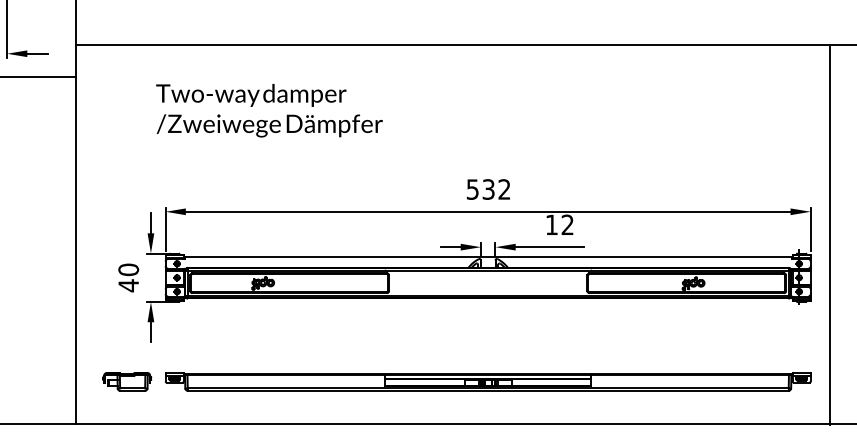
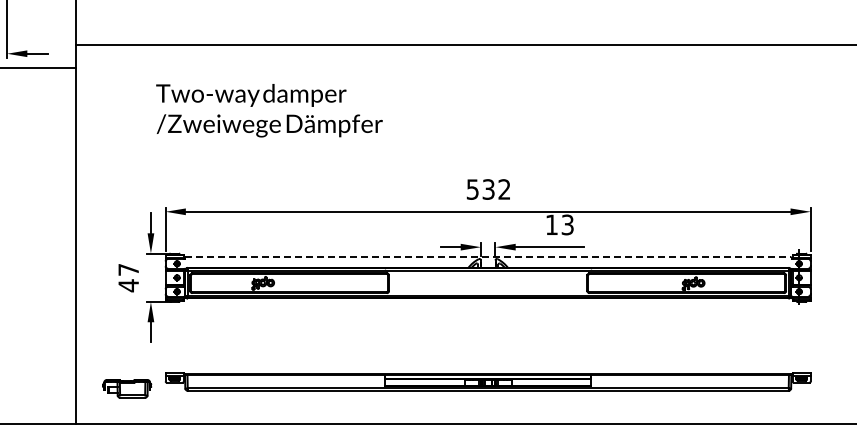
line at (39, 77) position: (39, 77) -> (39, 68)
text at (567, 225): 12 -> 13
line at (830, 235): present -> none
line at (488, 257): solid -> dashed
text at (128, 269): 40 -> 47
part at (127, 381) position: (127, 381) -> (127, 388)
